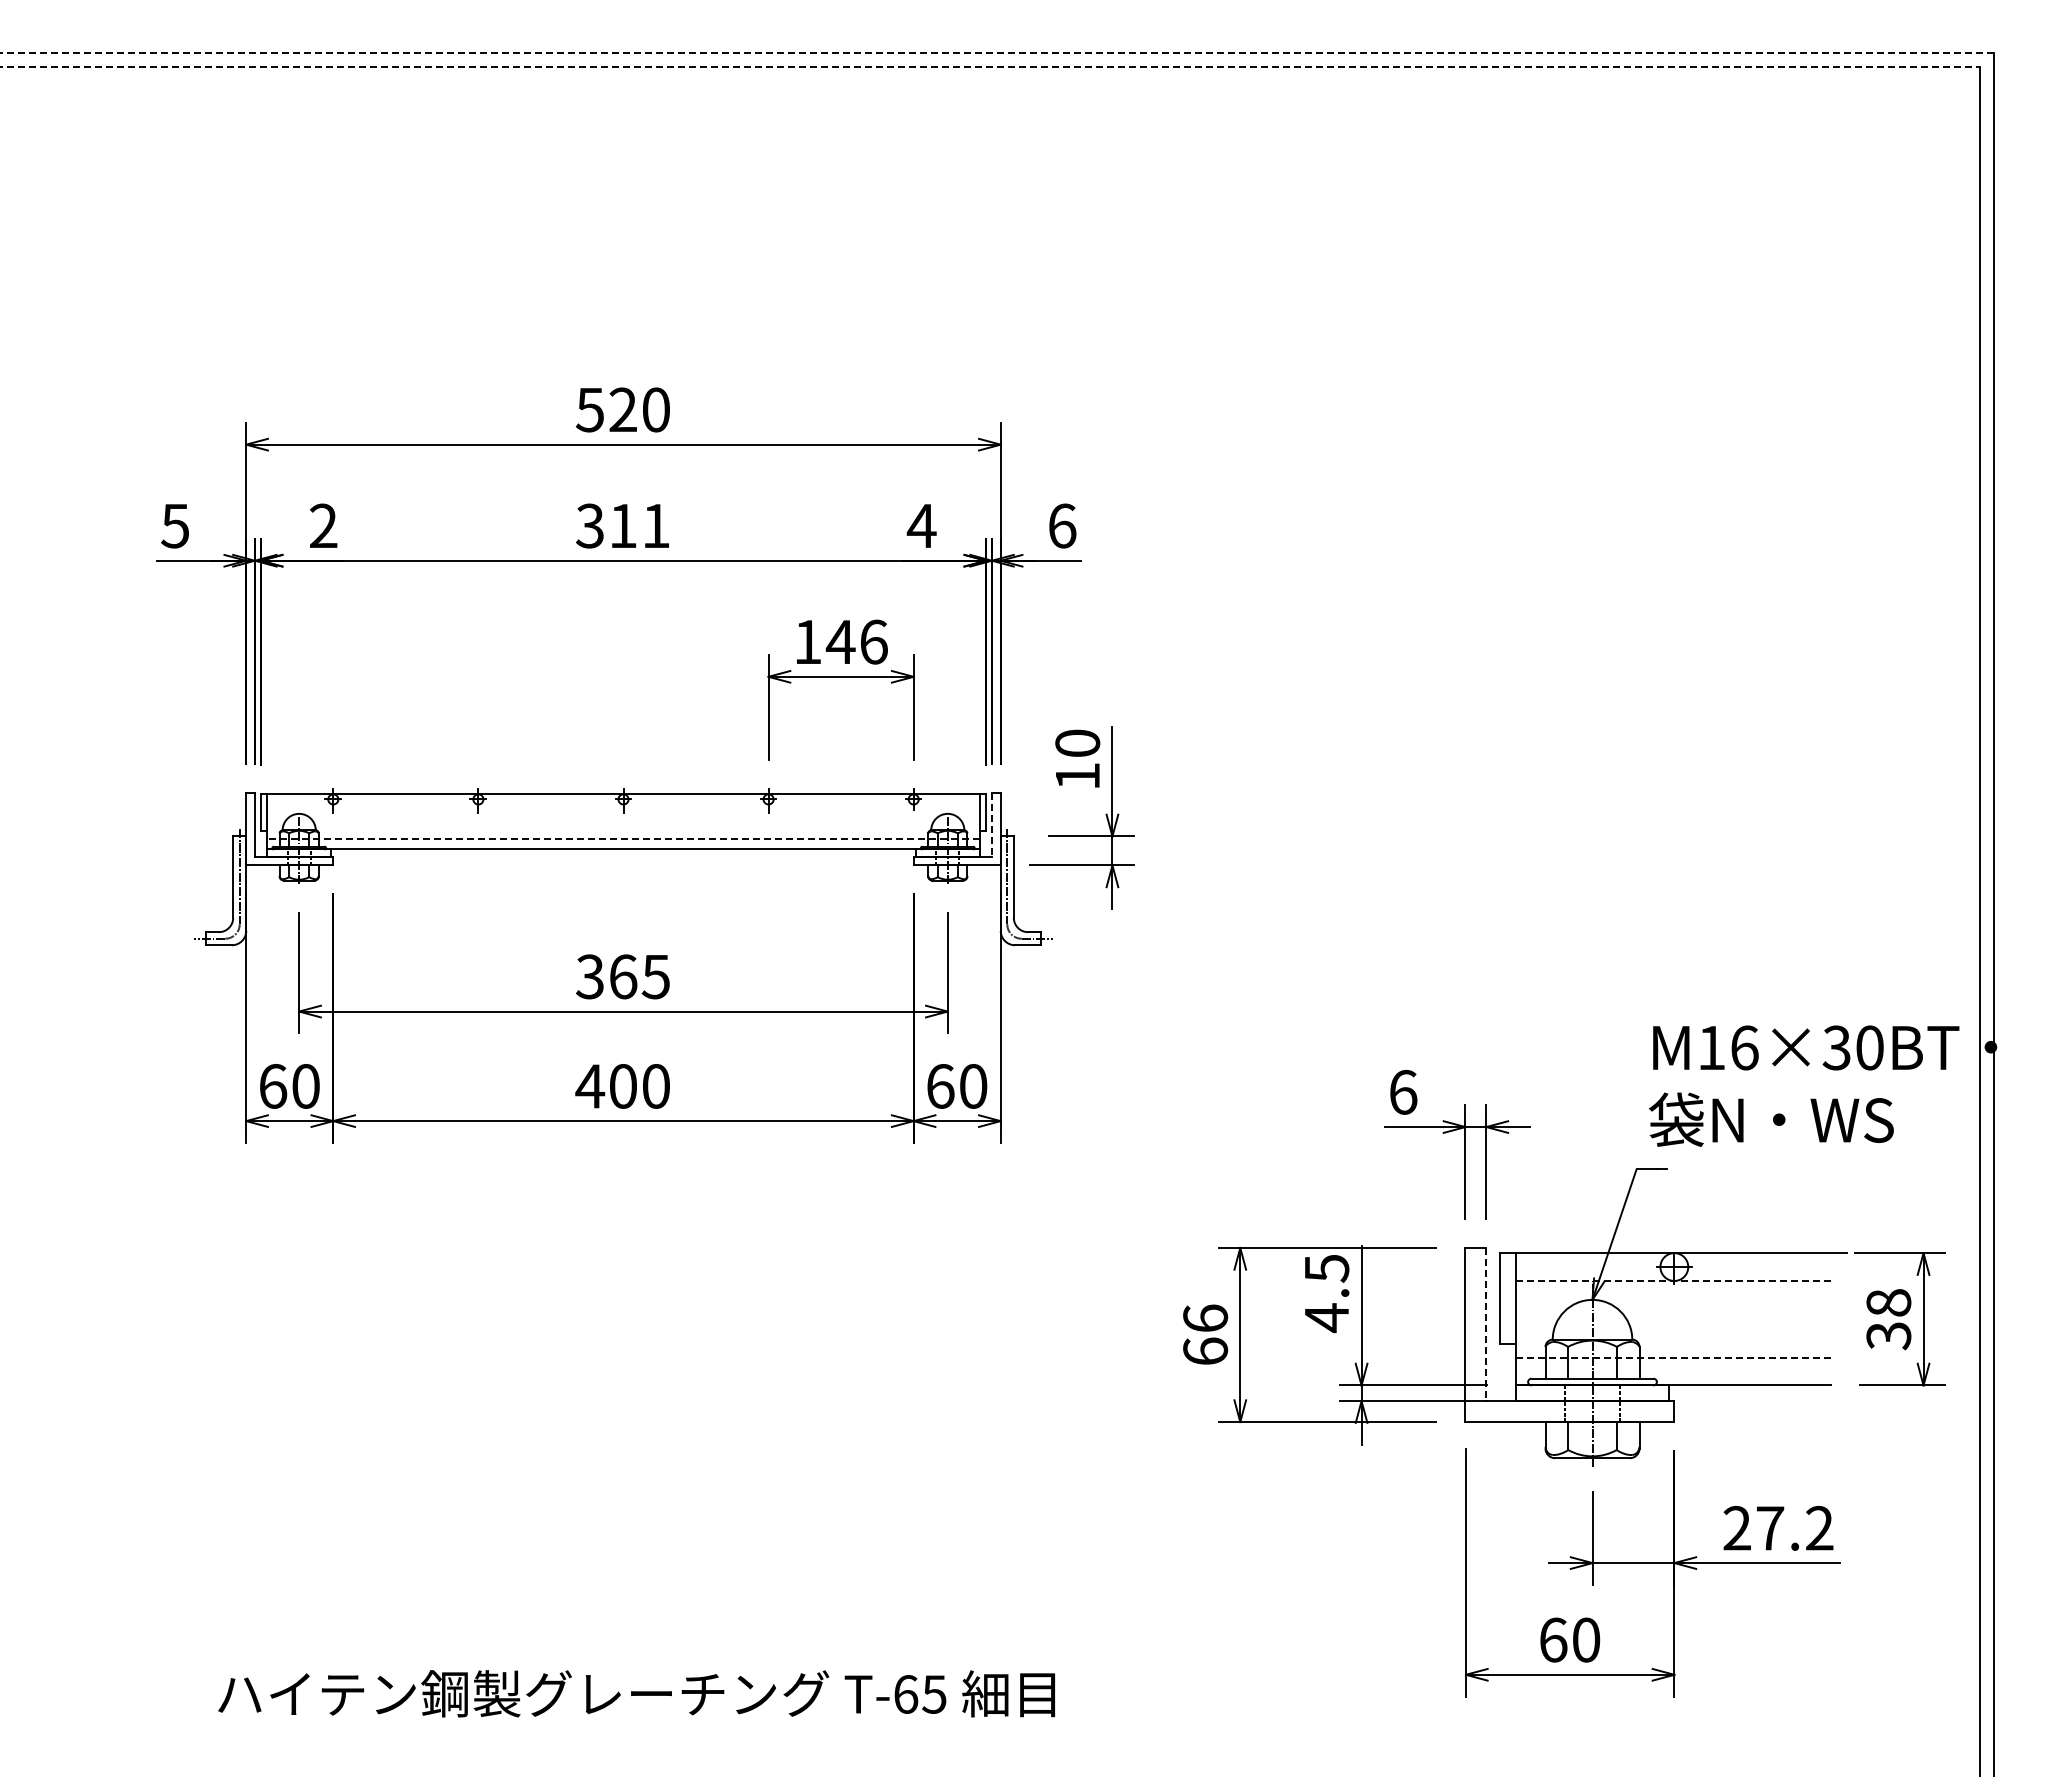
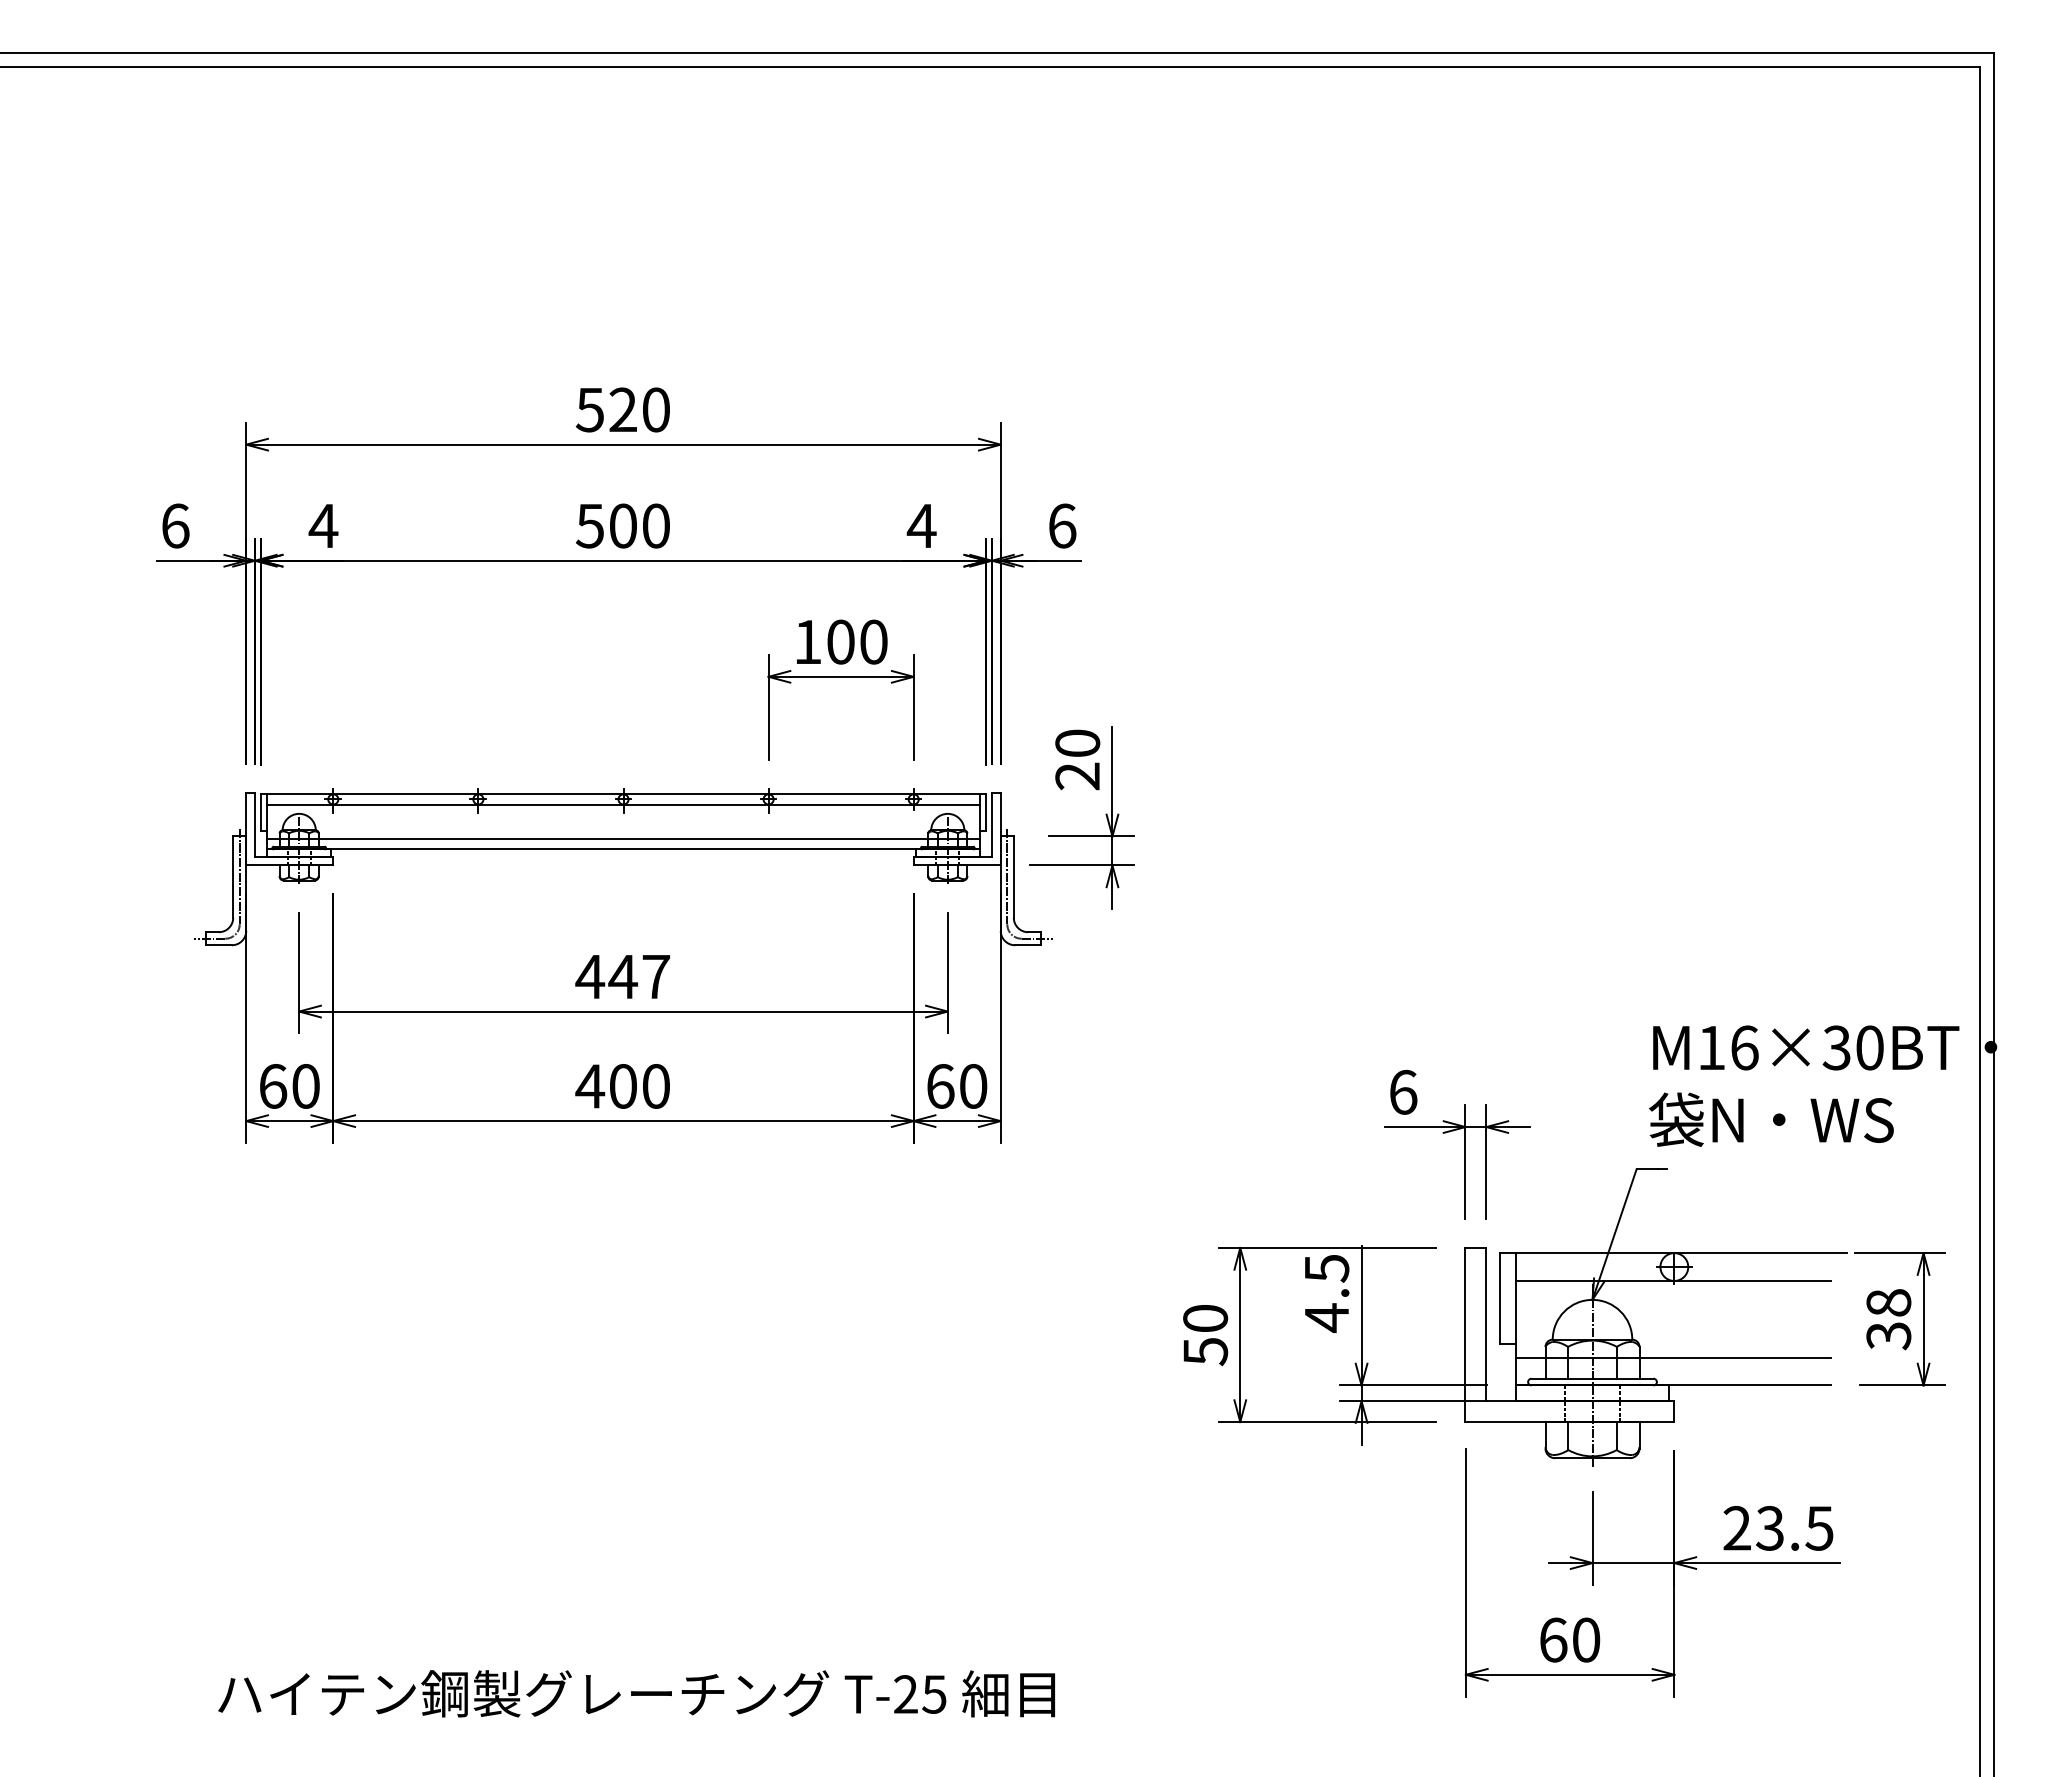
line at (996, 53): dashed -> solid
line at (990, 67): dashed -> solid
text at (175, 525): 5 -> 6
text at (323, 525): 2 -> 4
text at (622, 525): 311 -> 500
text at (856, 641): 146 -> 100
text at (1077, 776): 10 -> 20
line at (623, 804): none -> present
line at (992, 824): dashed -> solid
line at (623, 839): dashed -> solid
text at (622, 976): 365 -> 447
line at (1673, 1280): dashed -> solid
line at (1486, 1324): dashed -> solid
text at (1205, 1335): 66 -> 50
line at (1673, 1357): dashed -> solid
text at (1794, 1527): 27.2 -> 23.5
text at (906, 1694): T-65 -> T-25
